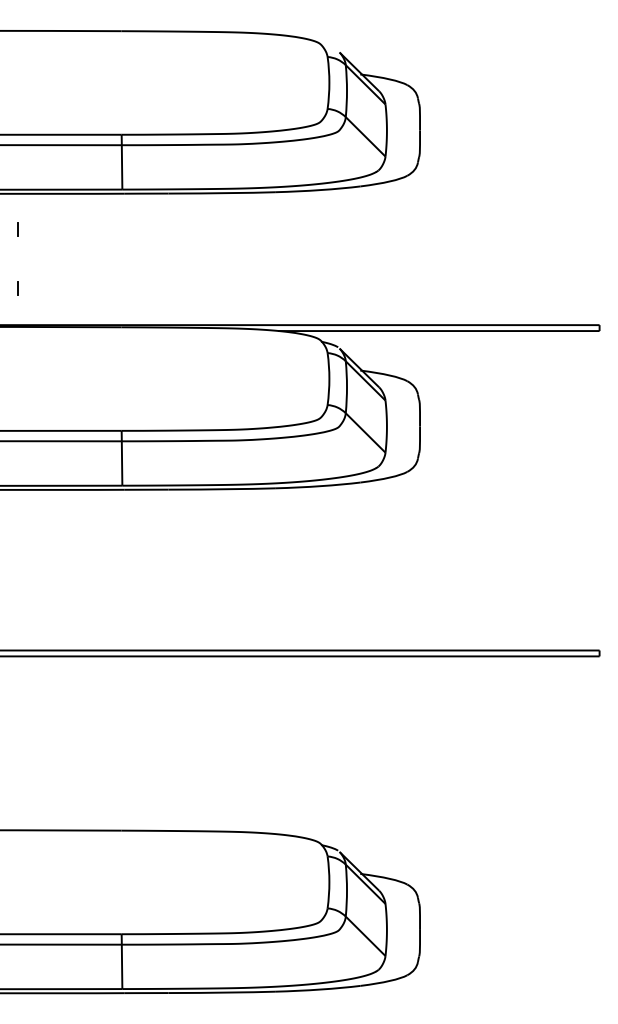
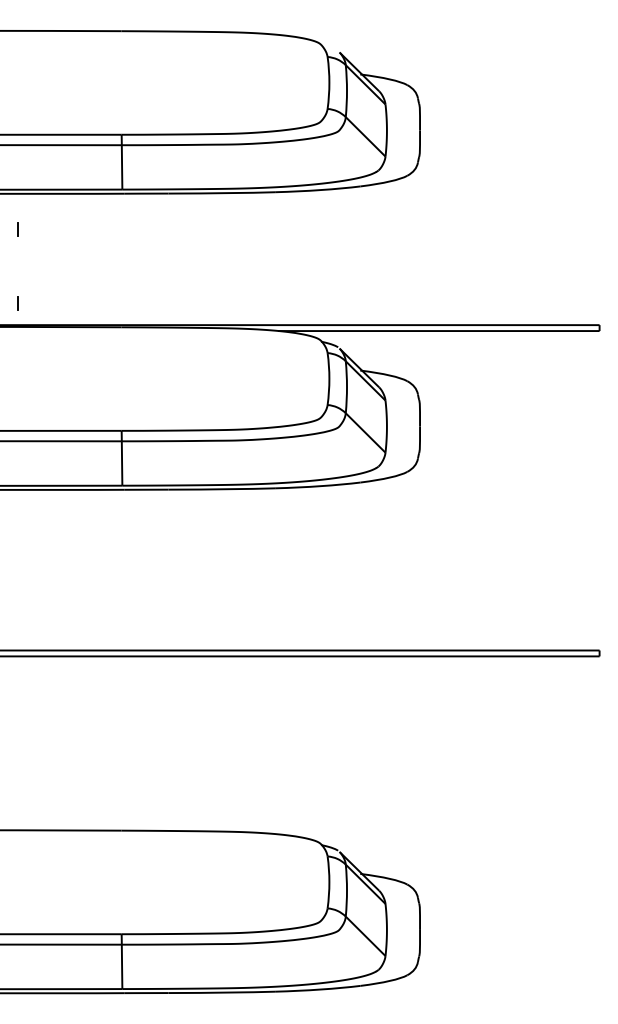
line at (17, 288) position: (17, 288) -> (17, 303)
